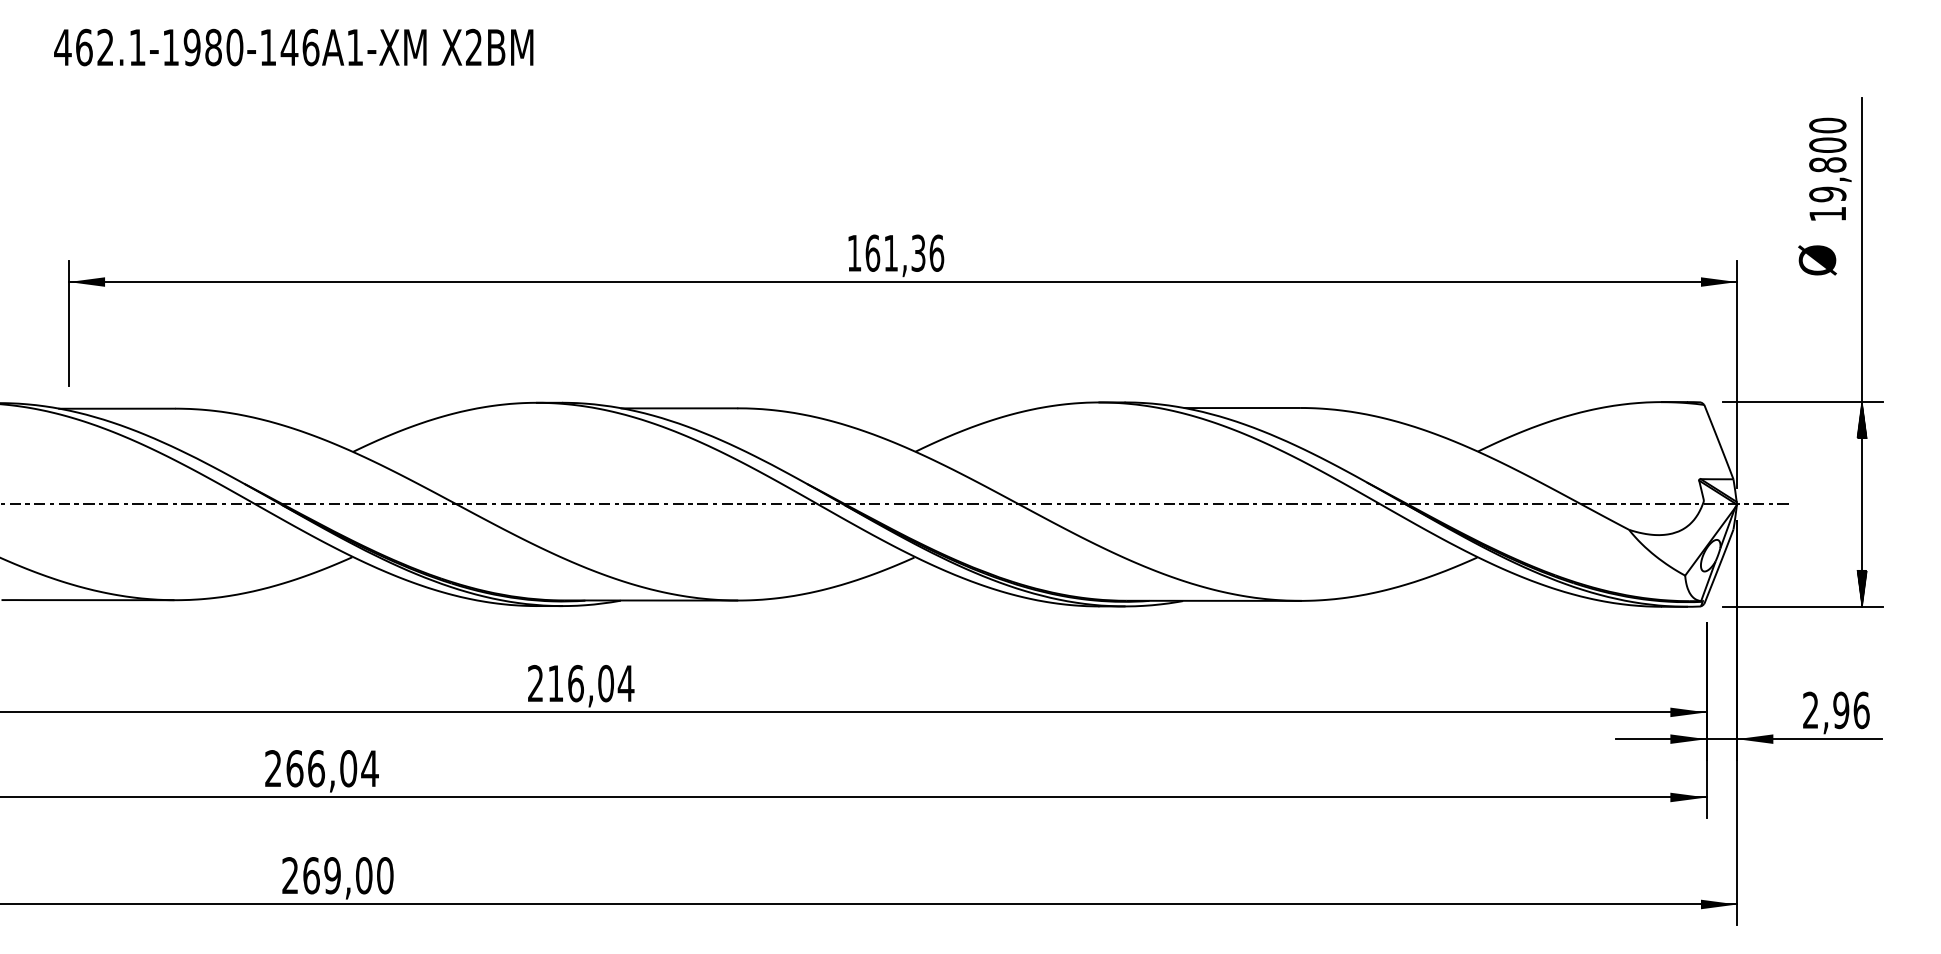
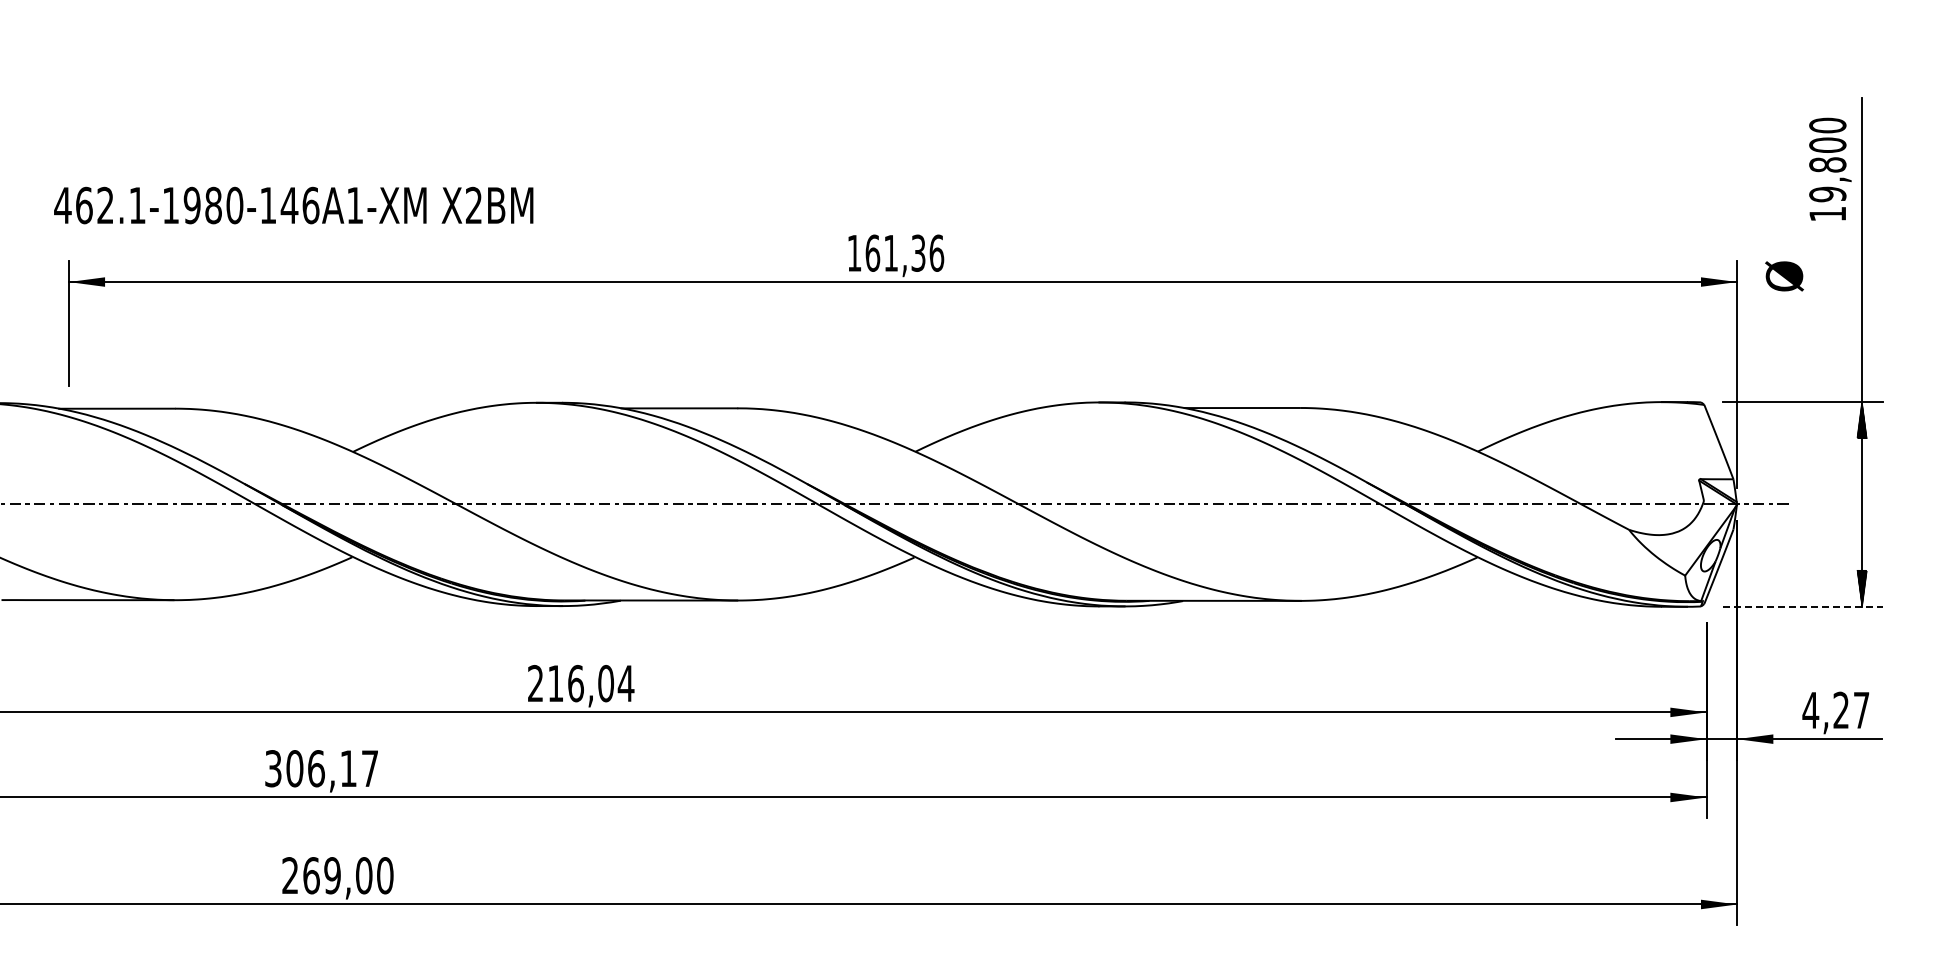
text at (293, 47) position: (293, 47) -> (293, 205)
text at (1817, 260) position: (1817, 260) -> (1784, 276)
line at (1802, 606): solid -> dashed
text at (1835, 710): 2,96 -> 4,27
text at (321, 768): 266,04 -> 306,17
